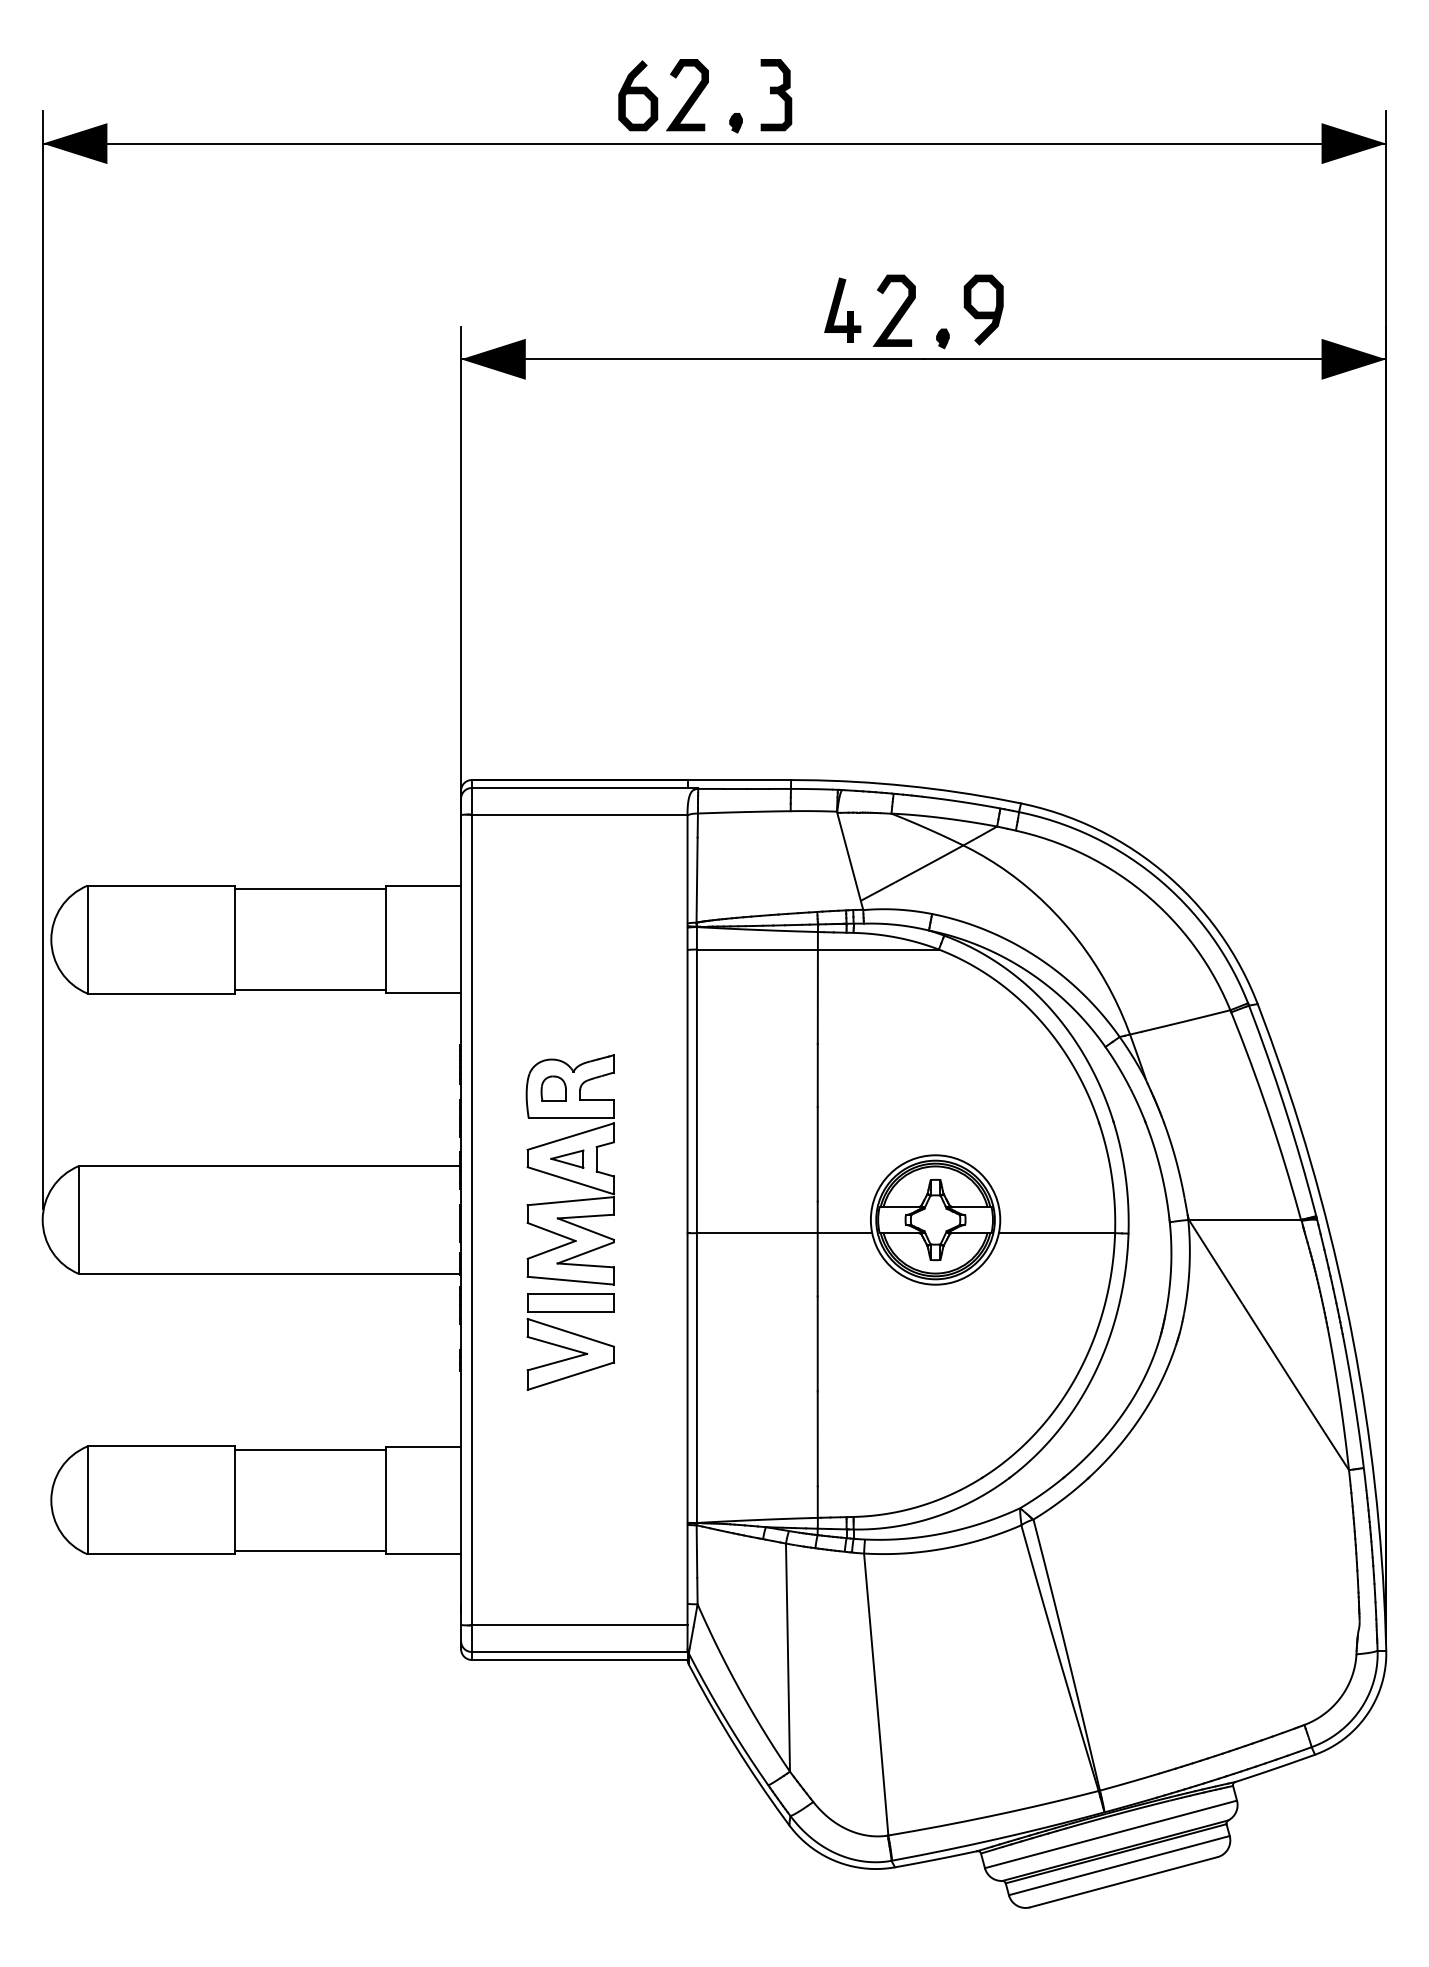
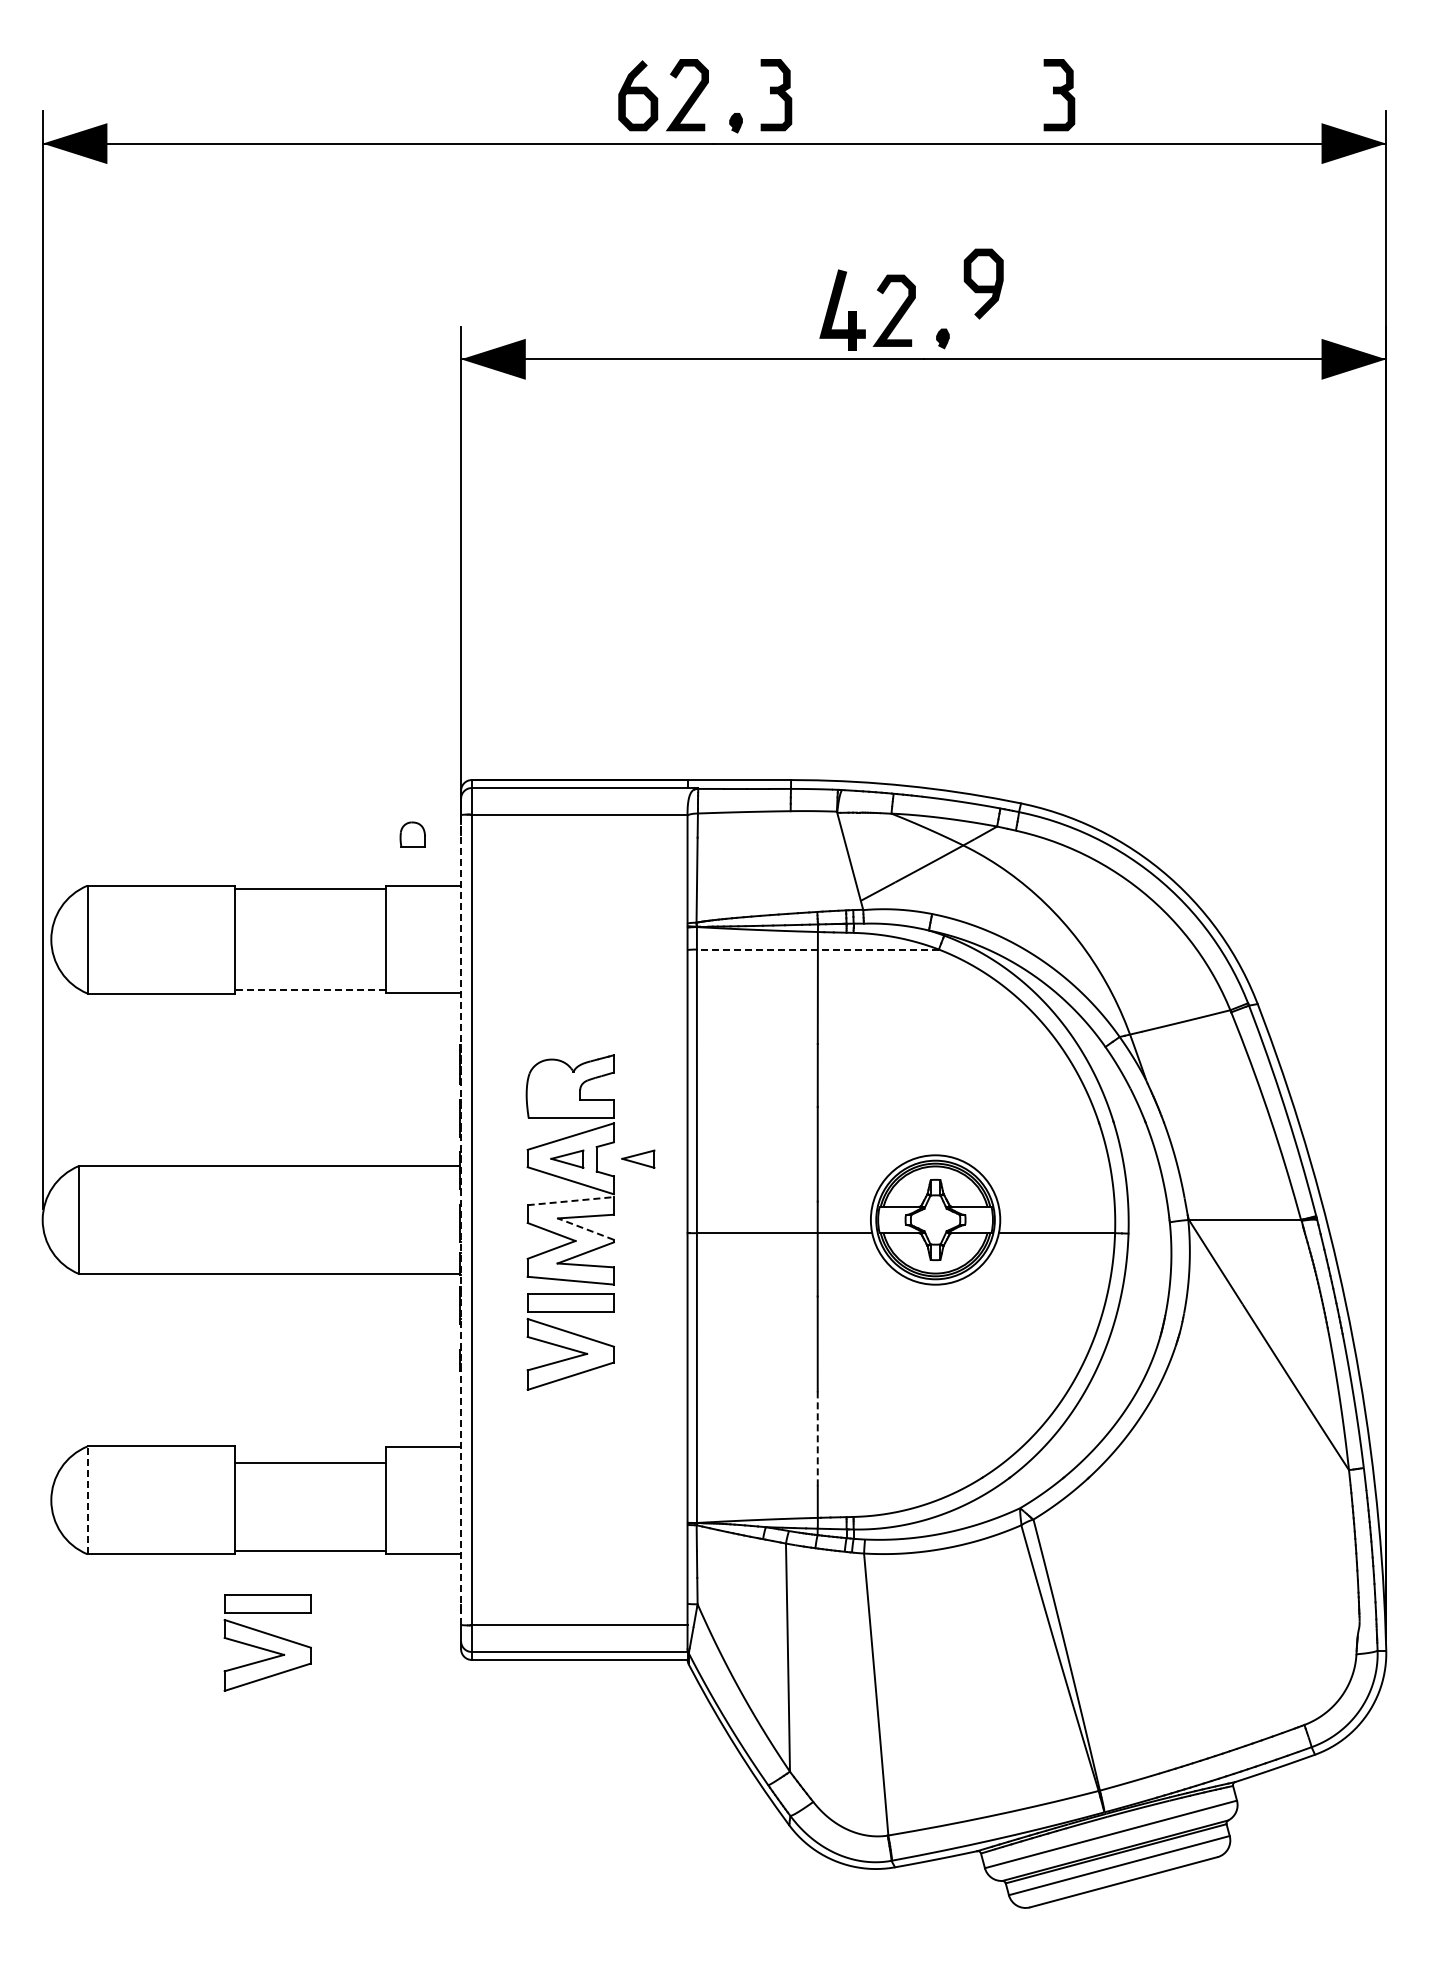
part at (1059, 95): none -> present
part at (842, 309) size: 38x66 px -> 47x82 px
curve at (983, 311) position: (983, 311) -> (983, 285)
line at (817, 949): solid -> dashed
line at (309, 990): solid -> dashed
part at (553, 1088) position: (553, 1088) -> (412, 834)
part at (638, 1158): none -> present
line at (571, 1201): solid -> dashed
line at (461, 1220): solid -> dashed
line at (585, 1228): solid -> dashed
line at (817, 1439): solid -> dashed
line at (309, 1449) position: (309, 1449) -> (309, 1462)
line at (87, 1500): solid -> dashed
part at (267, 1642): none -> present
